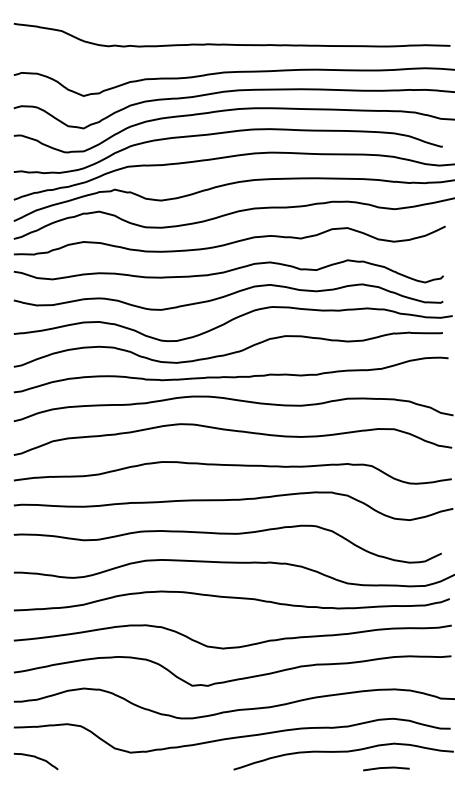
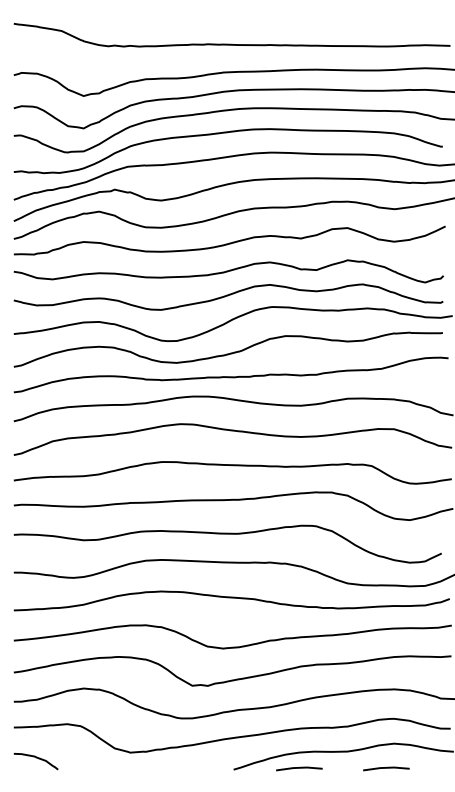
line at (299, 768): none -> present
